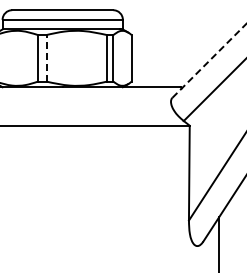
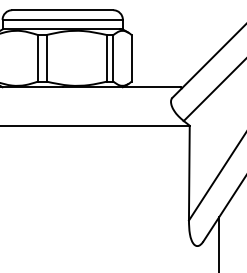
line at (46, 57): dashed -> solid
line at (209, 60): dashed -> solid
